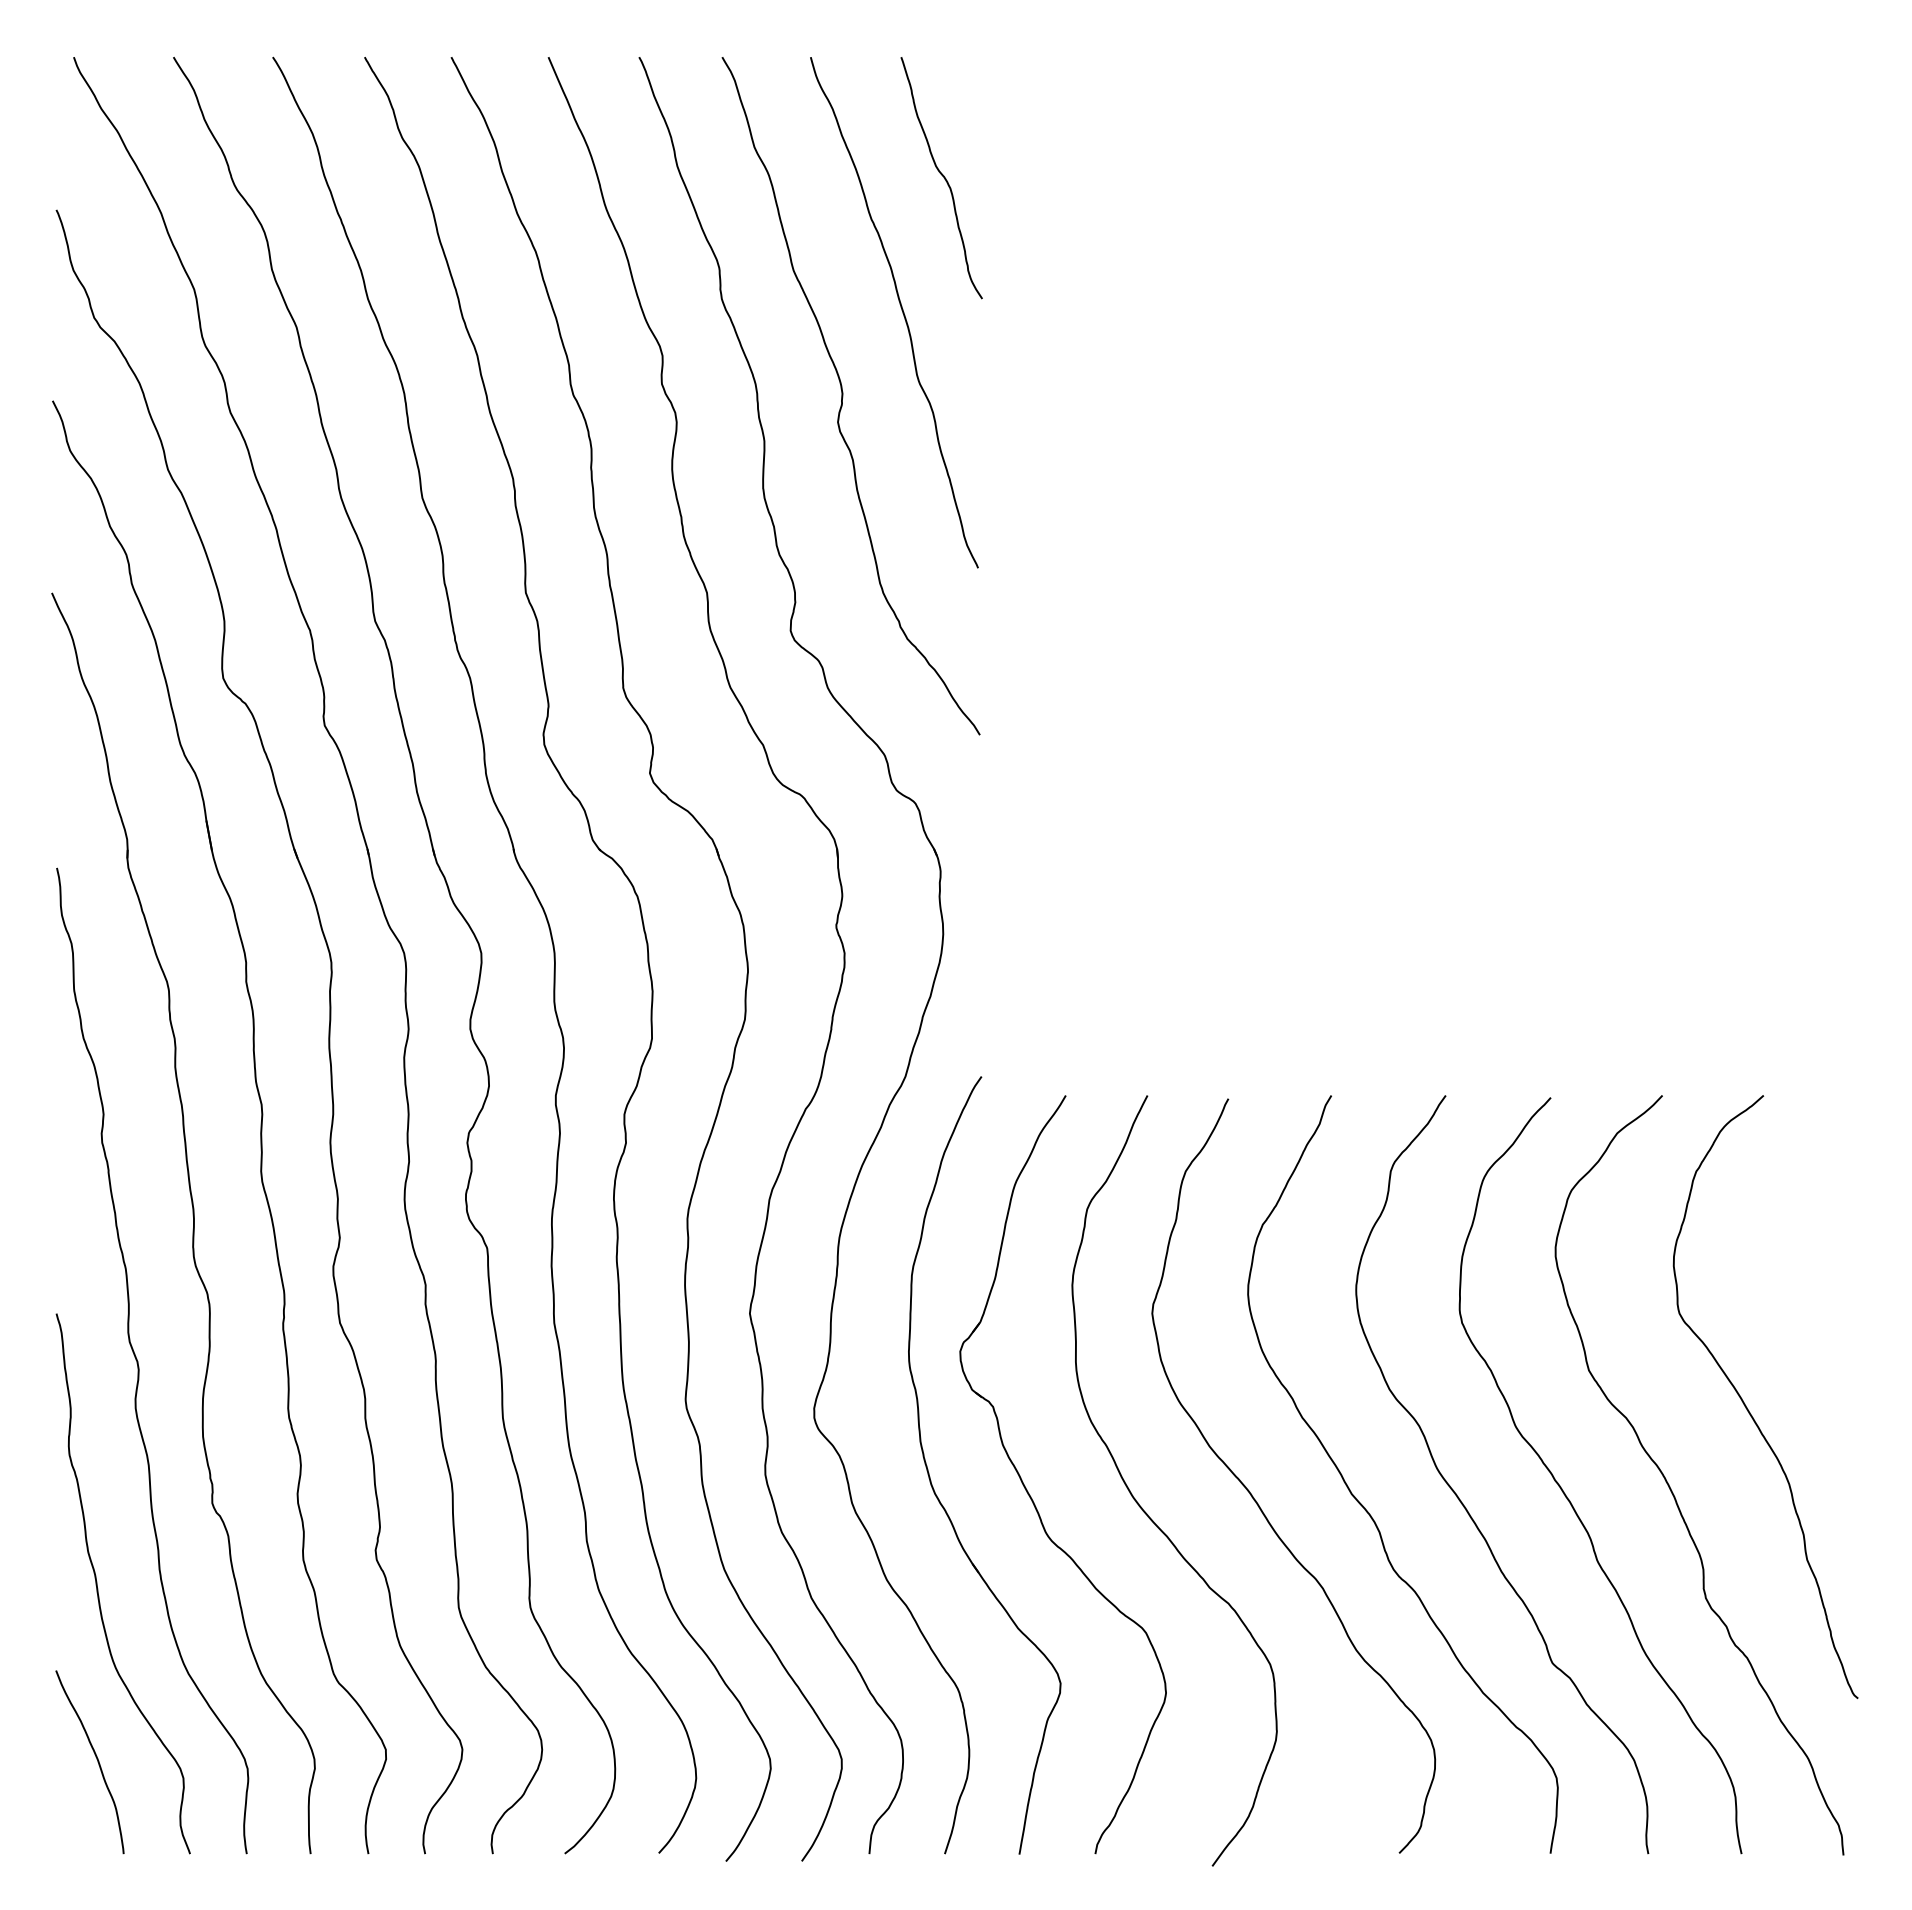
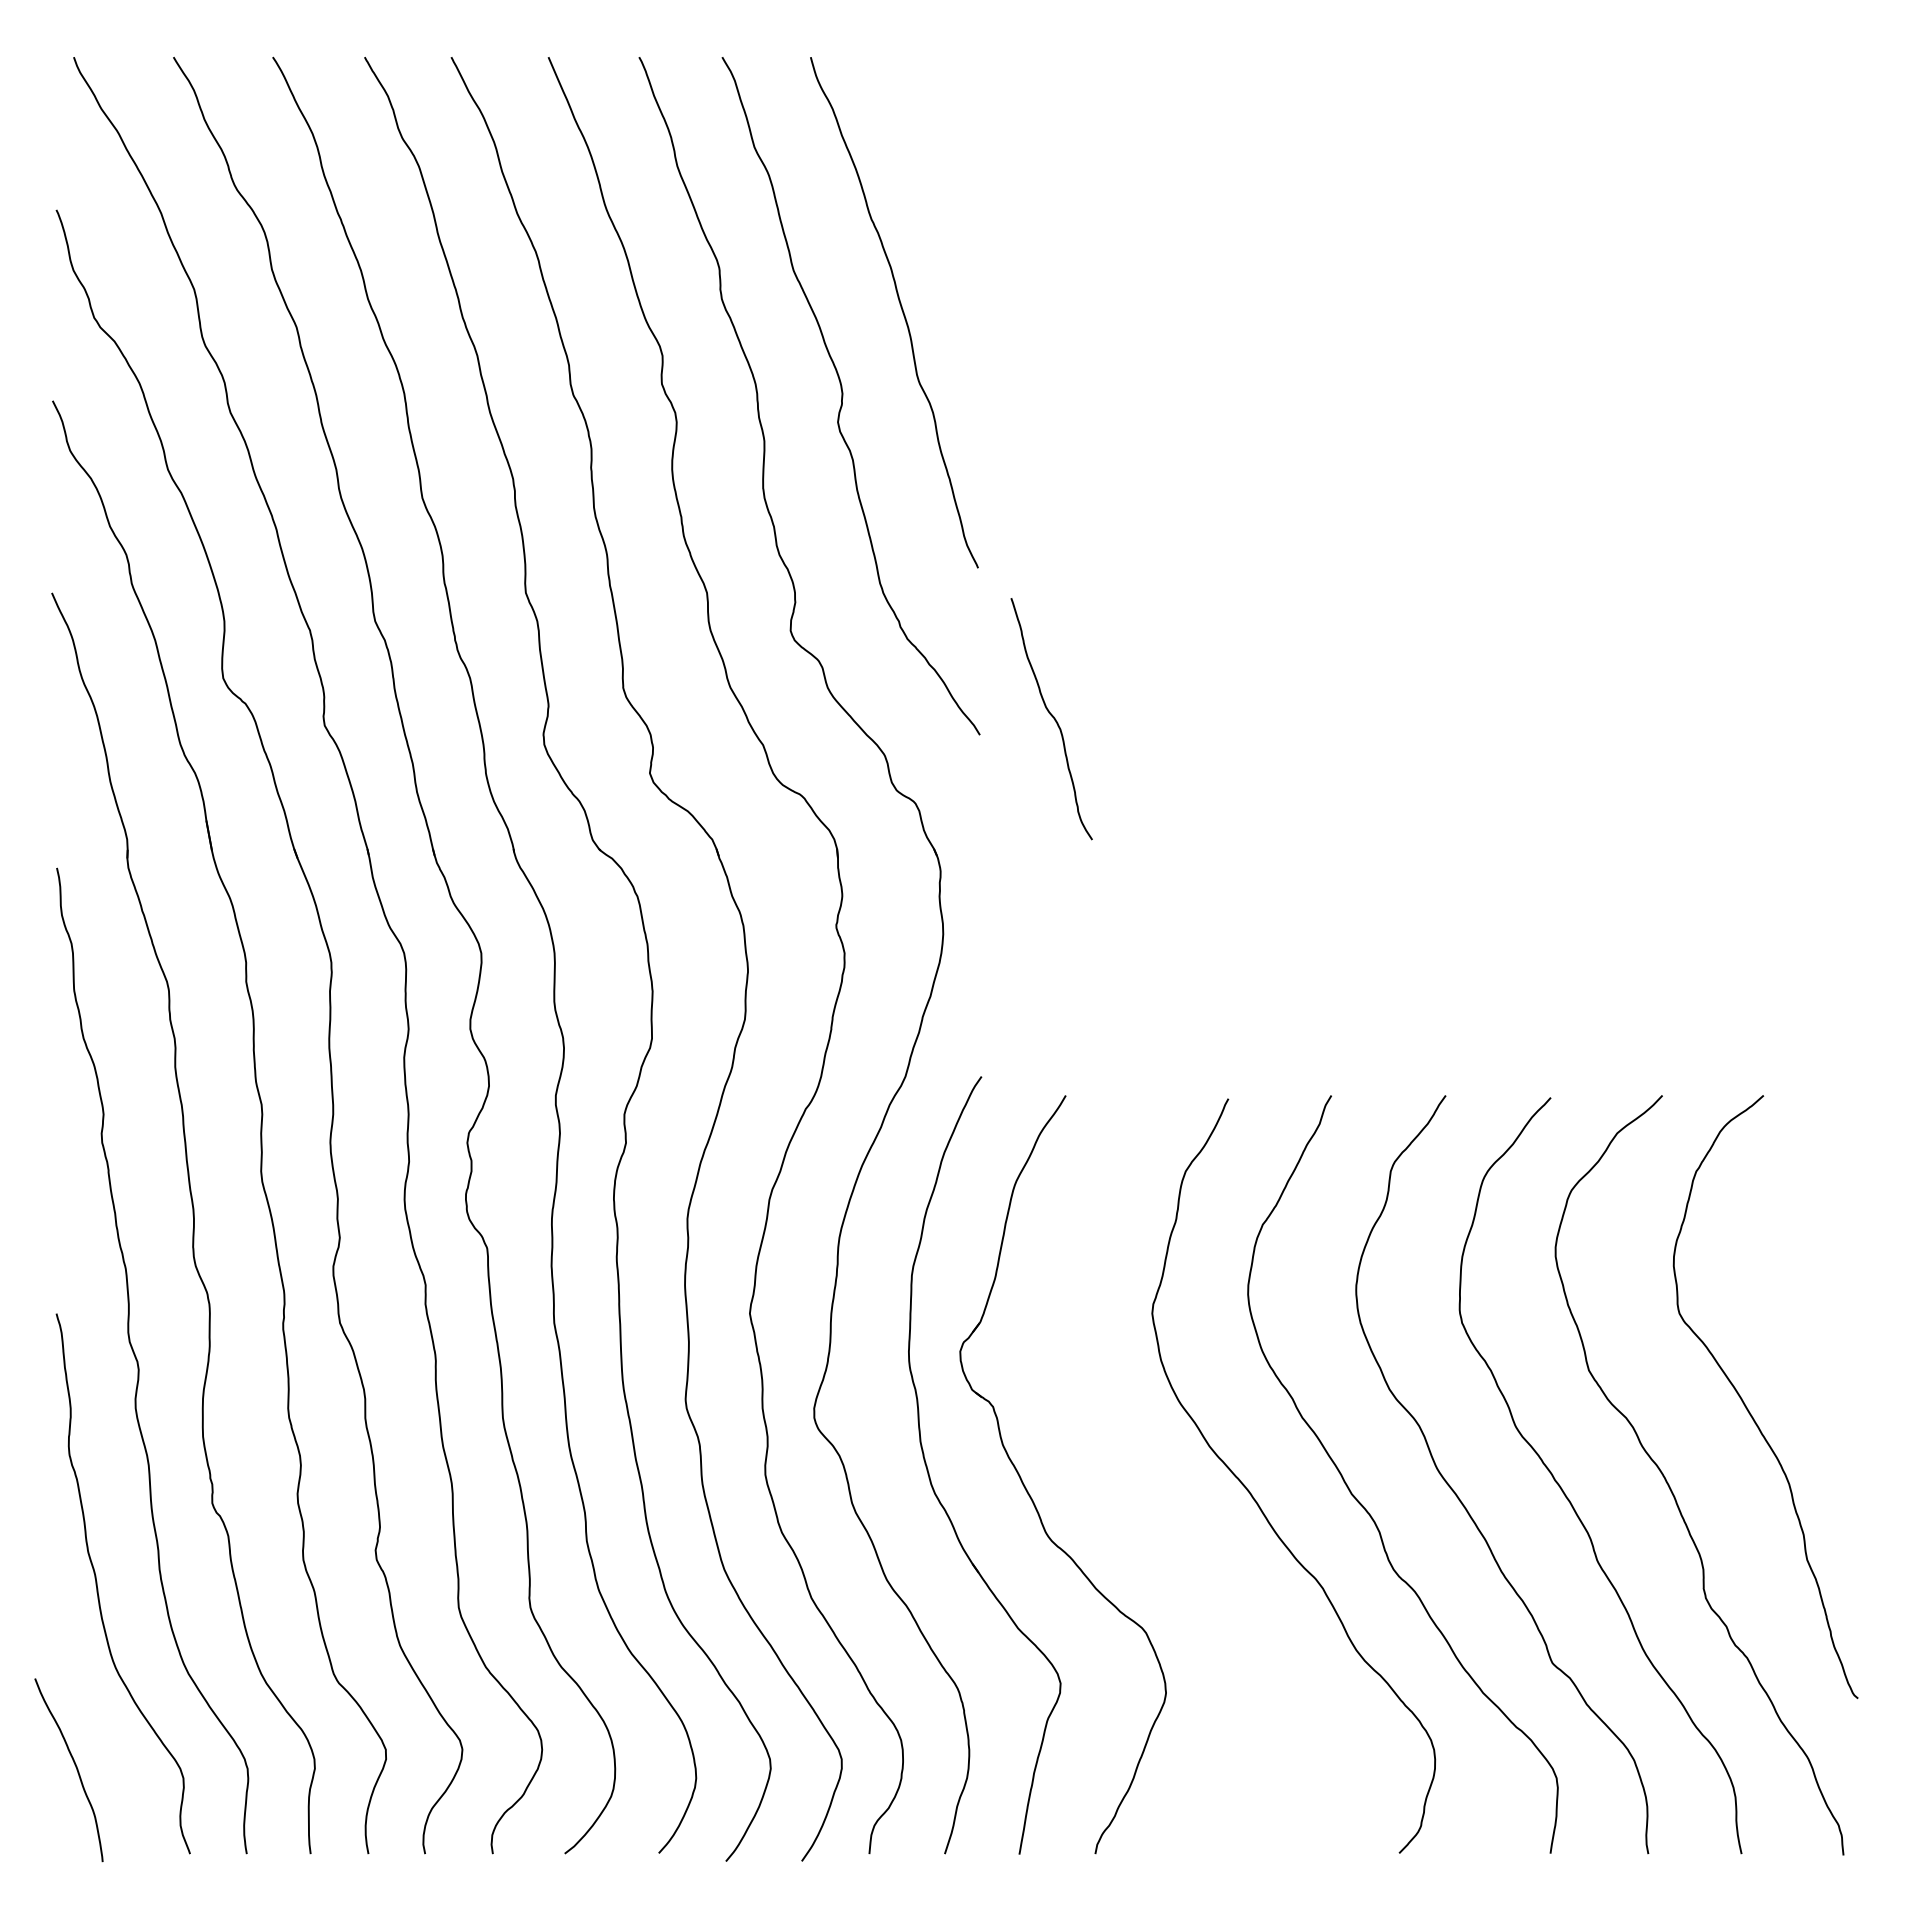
curve at (942, 176) position: (942, 176) -> (1052, 717)
curve at (1142, 1507): present -> none
curve at (96, 1759) position: (96, 1759) -> (75, 1767)
